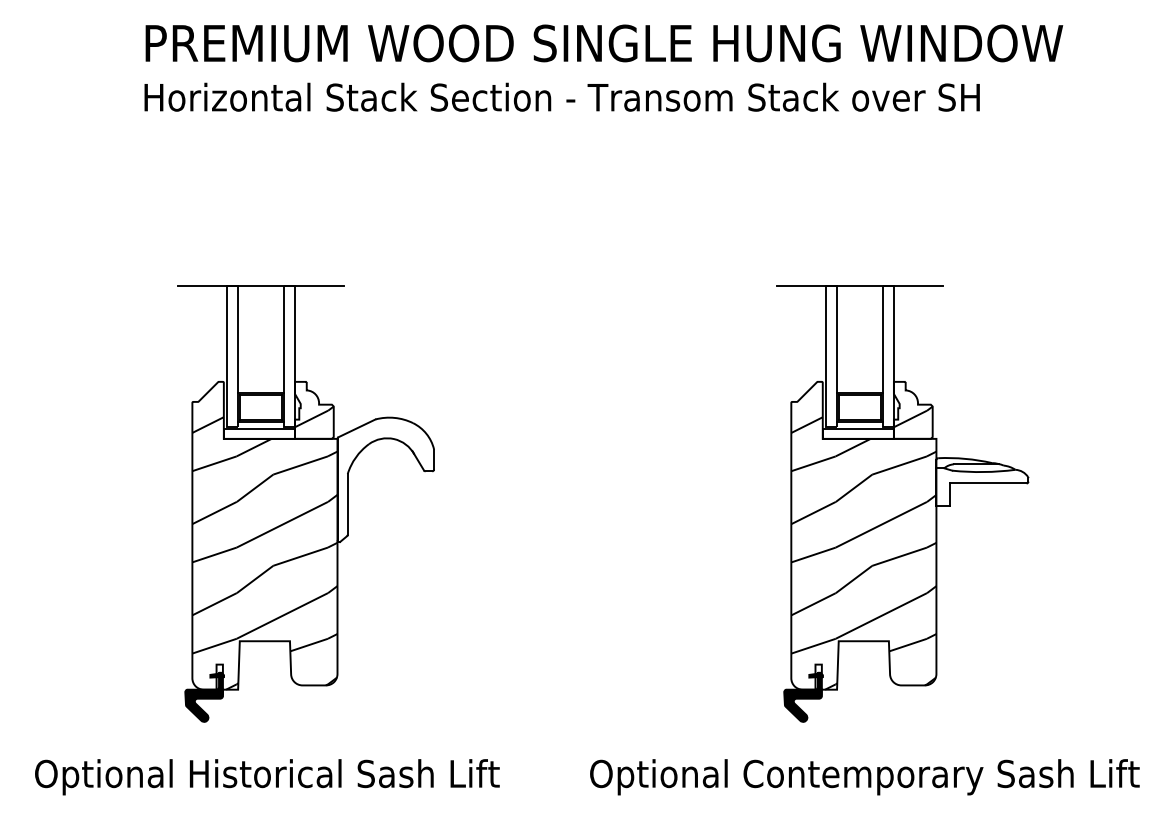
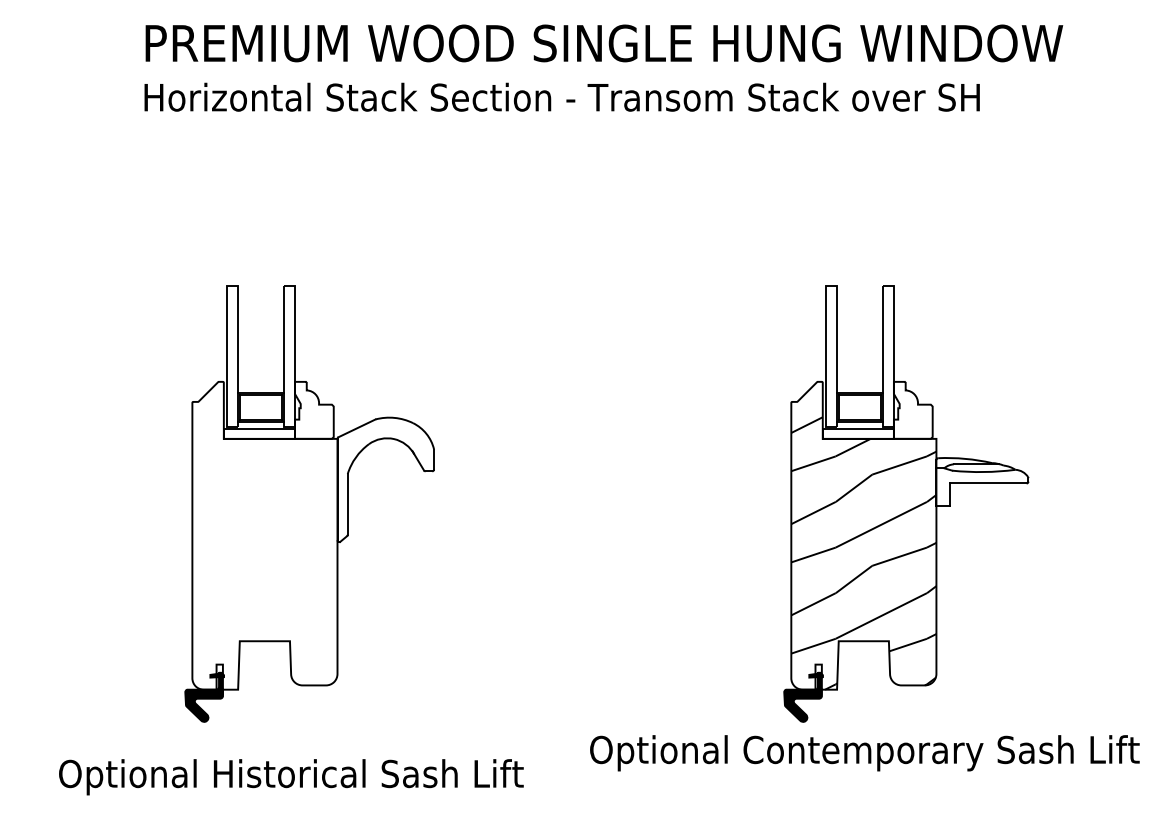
line at (260, 286): present -> none
line at (859, 286): present -> none
hatch at (313, 416): present -> none
hatch at (912, 416): present -> none
hatch at (264, 553): present -> none
text at (267, 777) position: (267, 777) -> (291, 777)
text at (864, 777) position: (864, 777) -> (864, 753)
